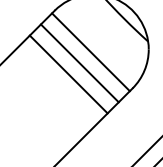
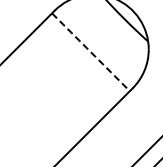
line at (91, 52): solid -> dashed
line at (79, 63): present -> none
line at (68, 74): present -> none
